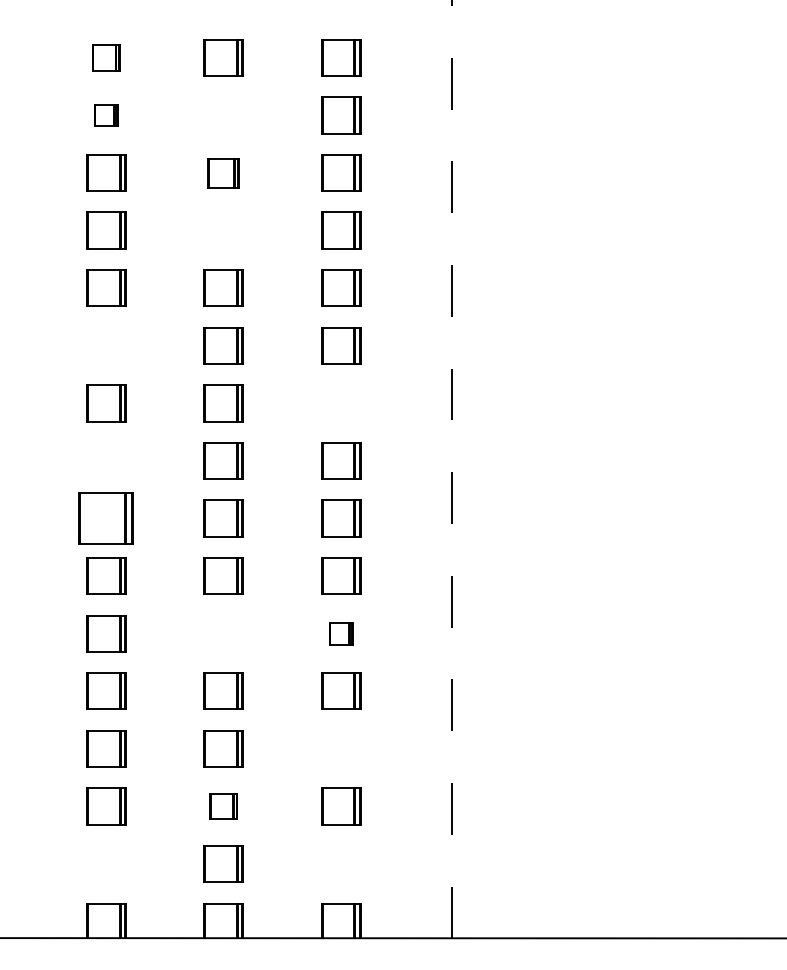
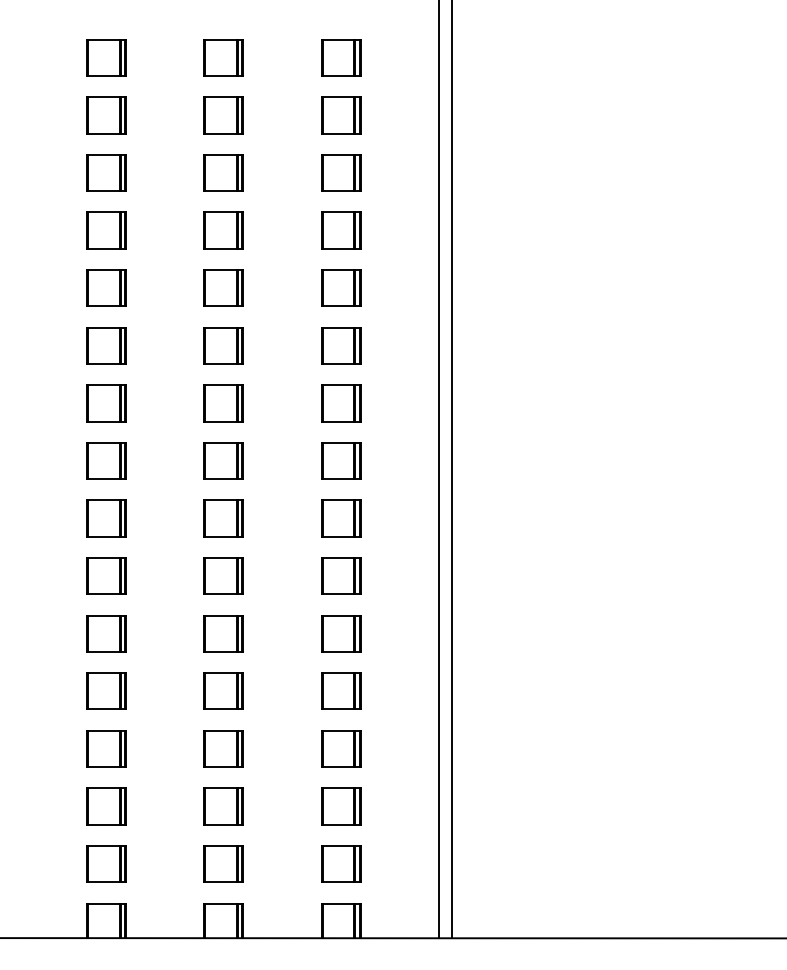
part at (106, 57) size: 29x28 px -> 41x38 px
part at (106, 115) size: 25x23 px -> 41x39 px
part at (223, 115): none -> present
part at (223, 173) size: 33x31 px -> 41x38 px
part at (223, 230): none -> present
part at (106, 345): none -> present
part at (341, 403): none -> present
part at (106, 460): none -> present
line at (451, 469): dashed -> solid
line at (439, 470): none -> present
part at (105, 518) size: 56x53 px -> 41x39 px
part at (223, 633): none -> present
part at (341, 633) size: 25x24 px -> 41x38 px
part at (341, 748): none -> present
part at (223, 806) size: 29x27 px -> 41x39 px
part at (106, 863): none -> present
part at (341, 863): none -> present
